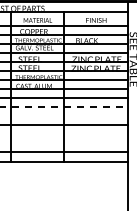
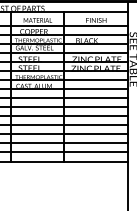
line at (64, 107): dashed -> solid
line at (64, 116): none -> present
line at (64, 134): none -> present
line at (64, 143): none -> present
